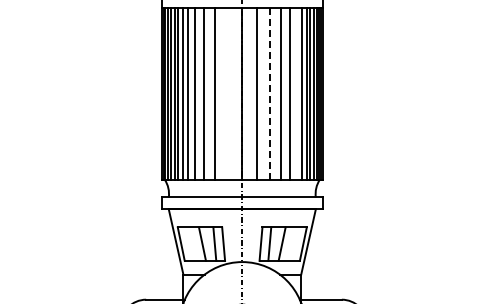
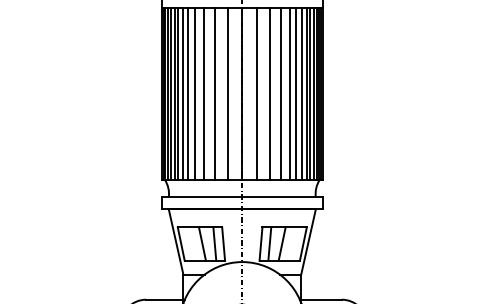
line at (227, 93): none -> present
line at (269, 93): dashed -> solid
line at (296, 93): none -> present
